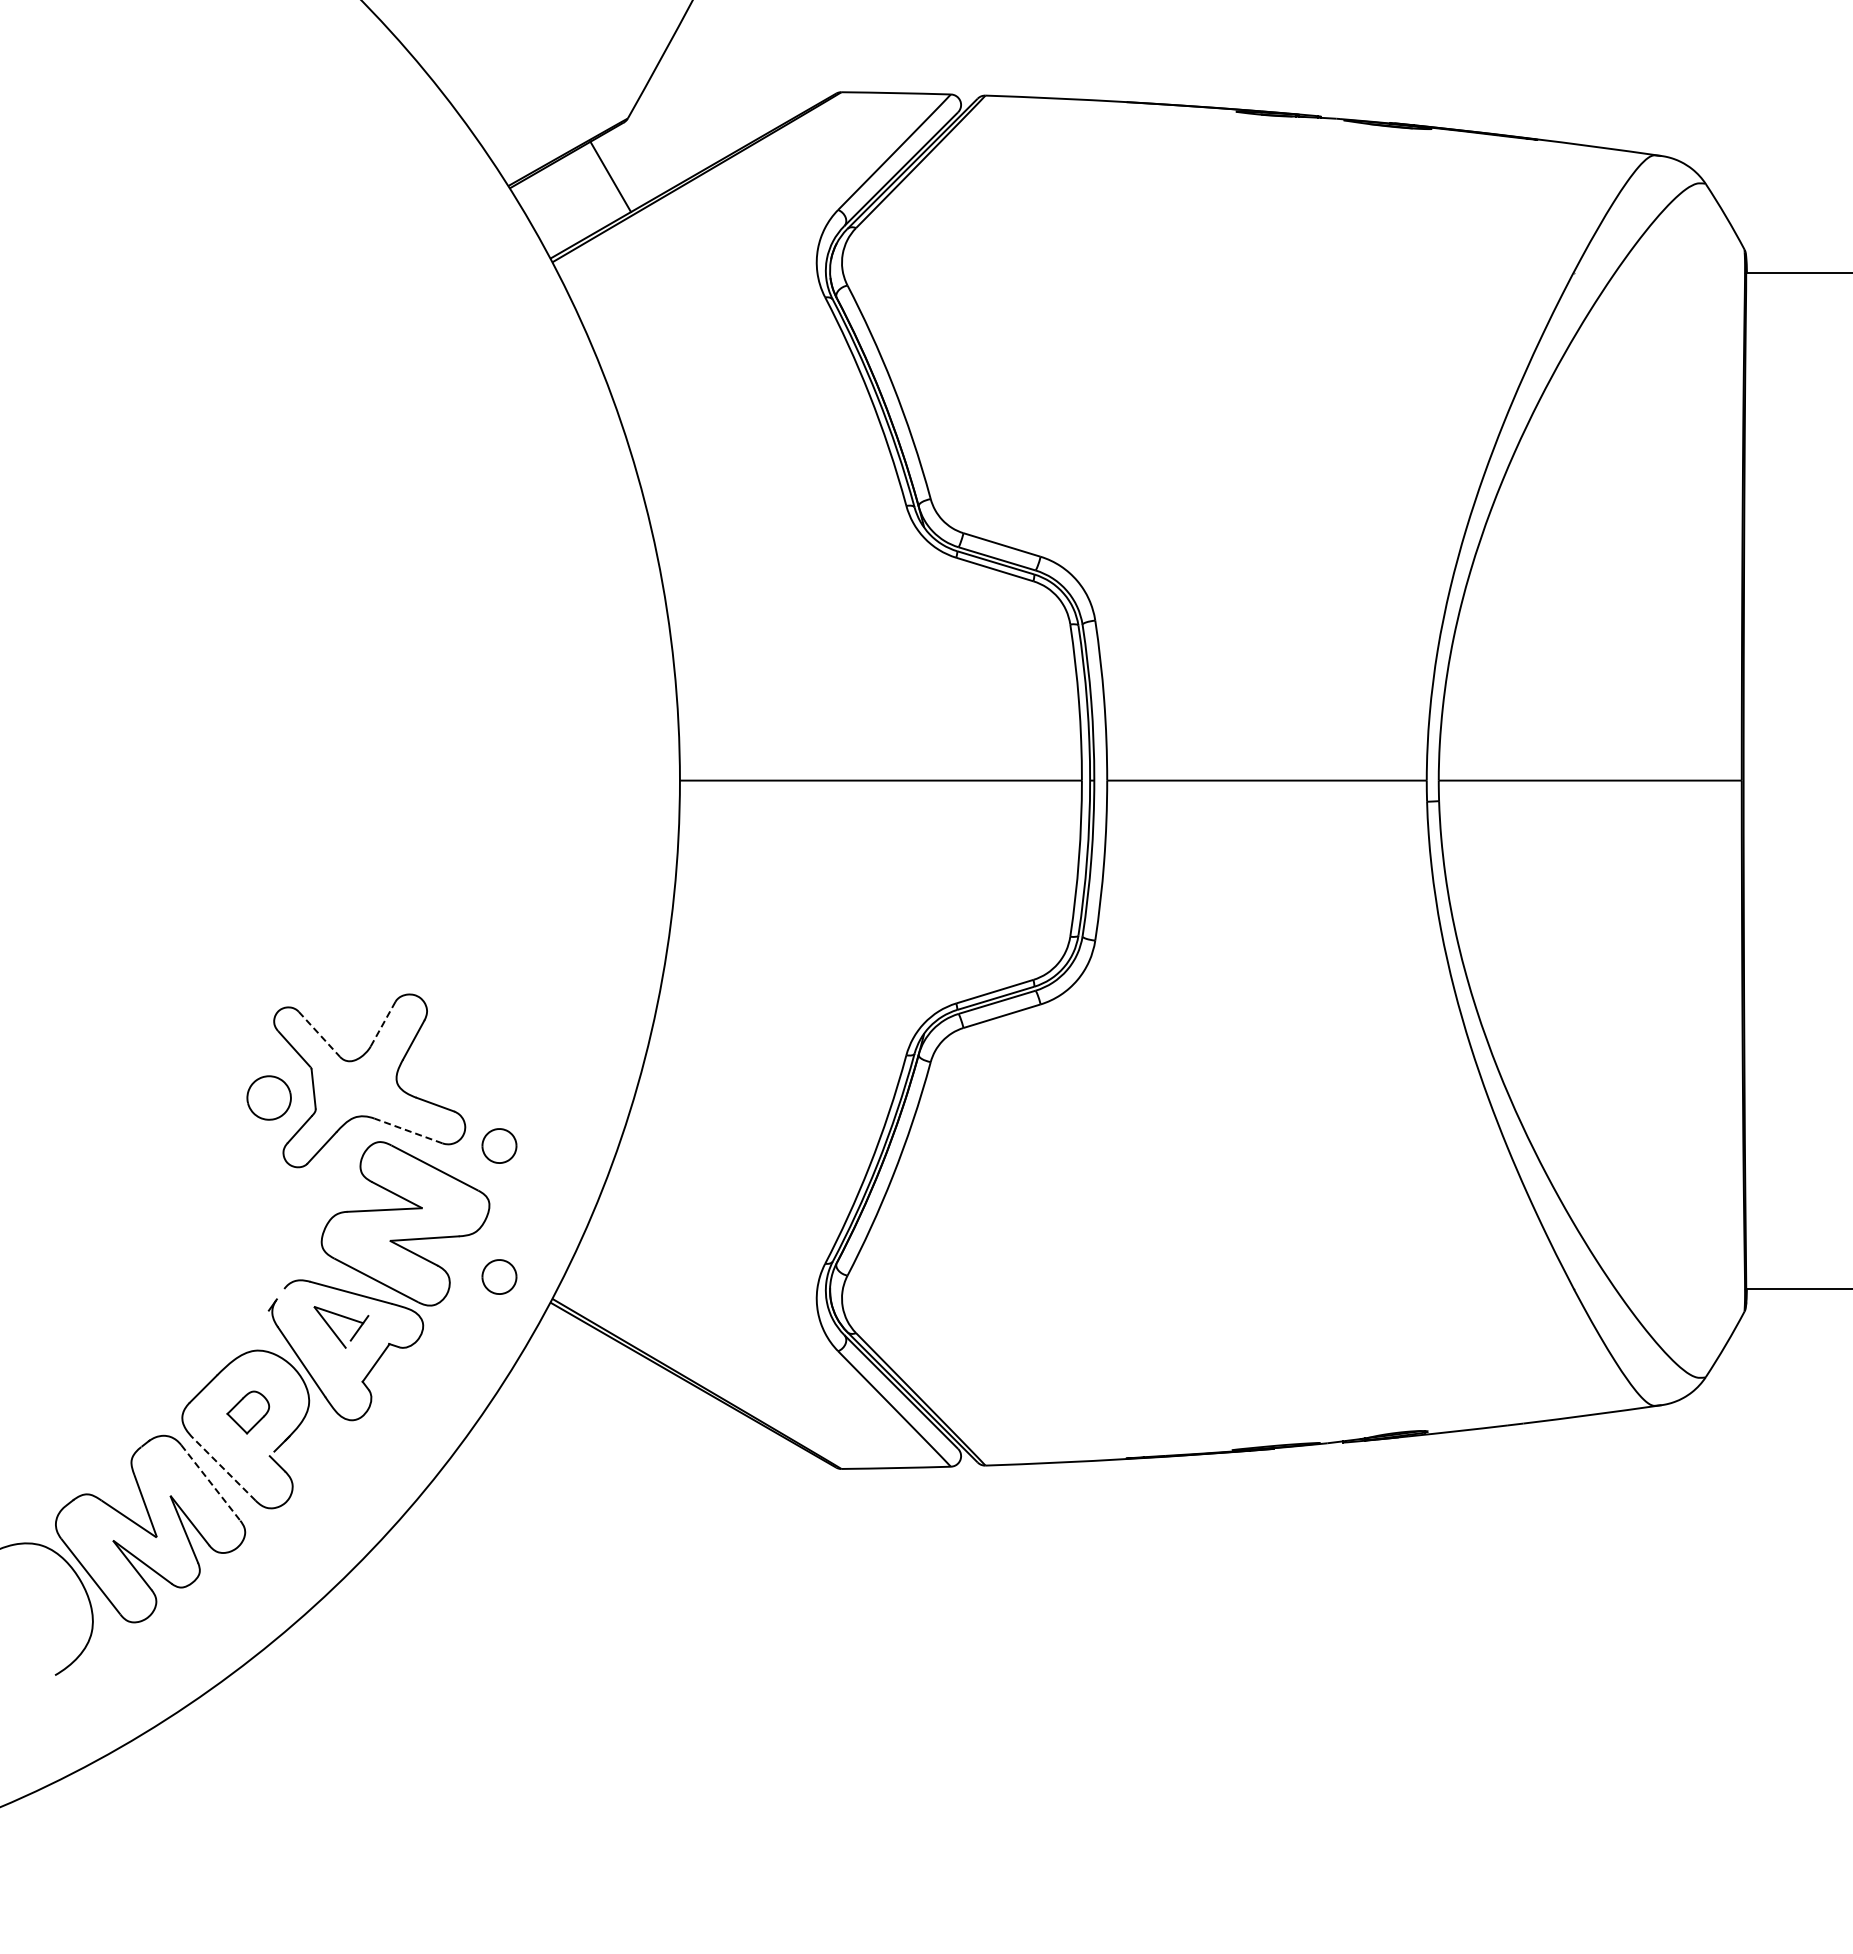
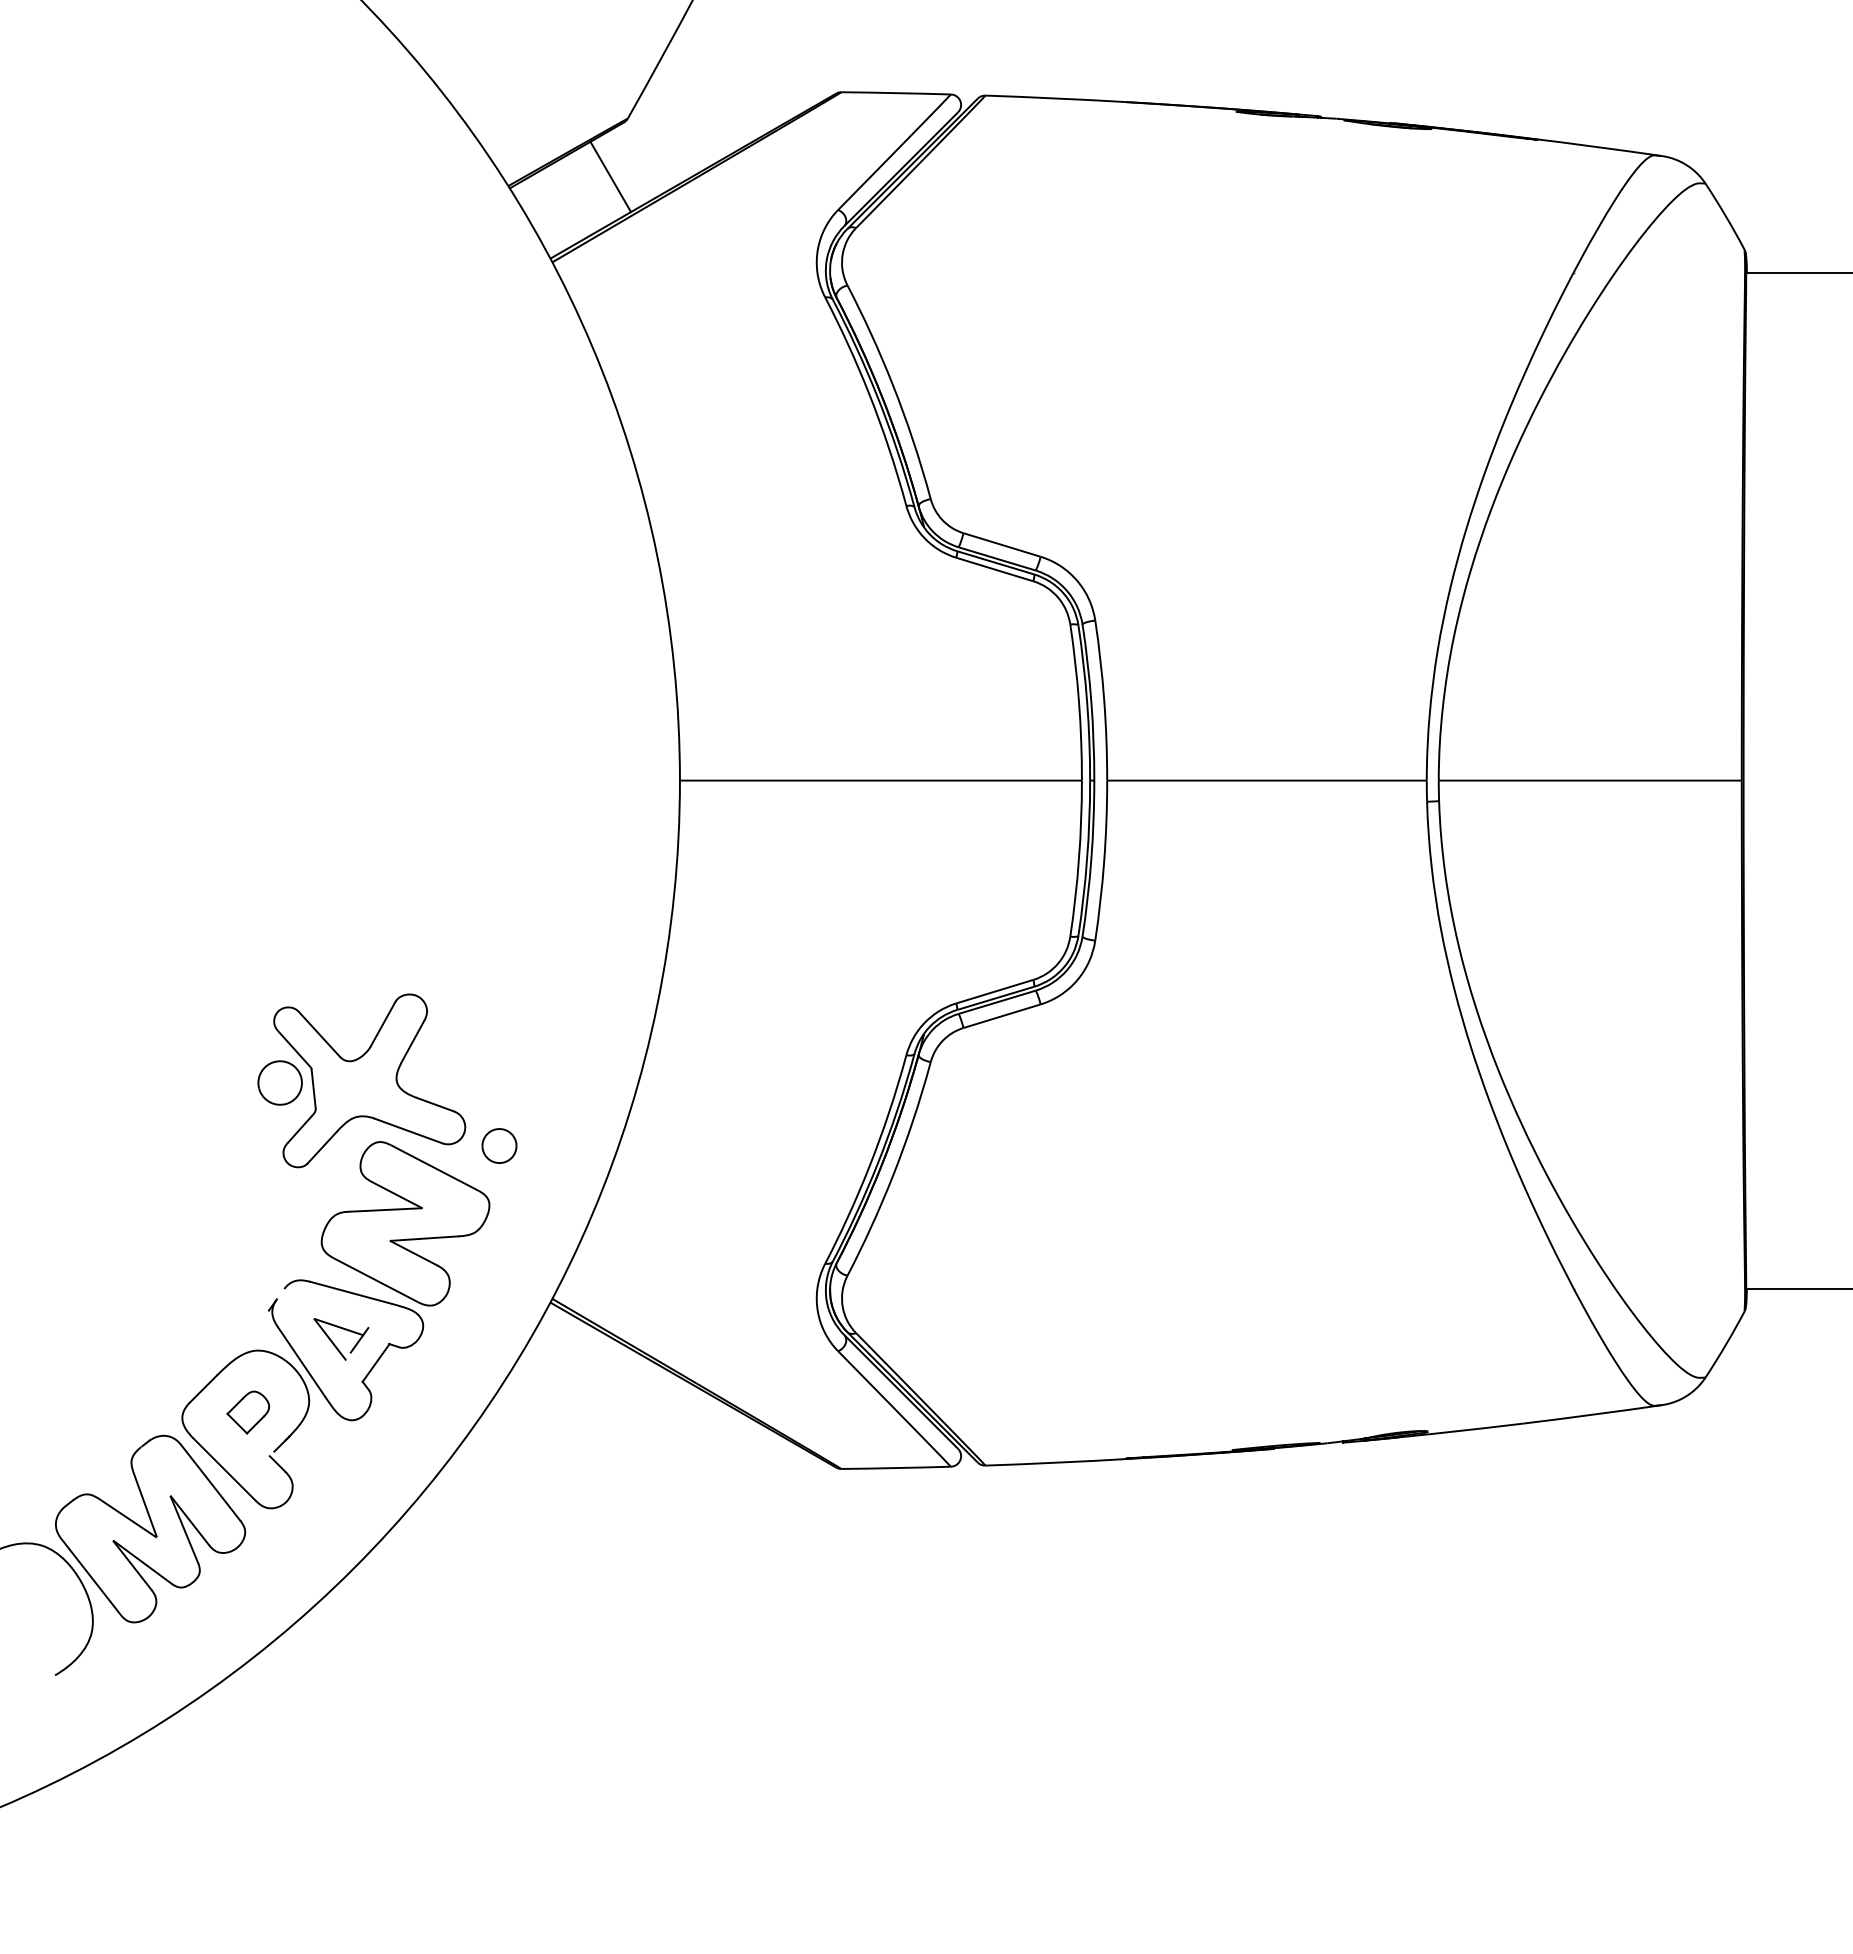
line at (383, 1023): dashed -> solid
line at (319, 1034): dashed -> solid
part at (268, 1097) position: (268, 1097) -> (279, 1082)
line at (408, 1130): dashed -> solid
part at (499, 1276): present -> none
part at (335, 1332) position: (335, 1332) -> (335, 1344)
line at (224, 1469): dashed -> solid
line at (210, 1482): dashed -> solid
